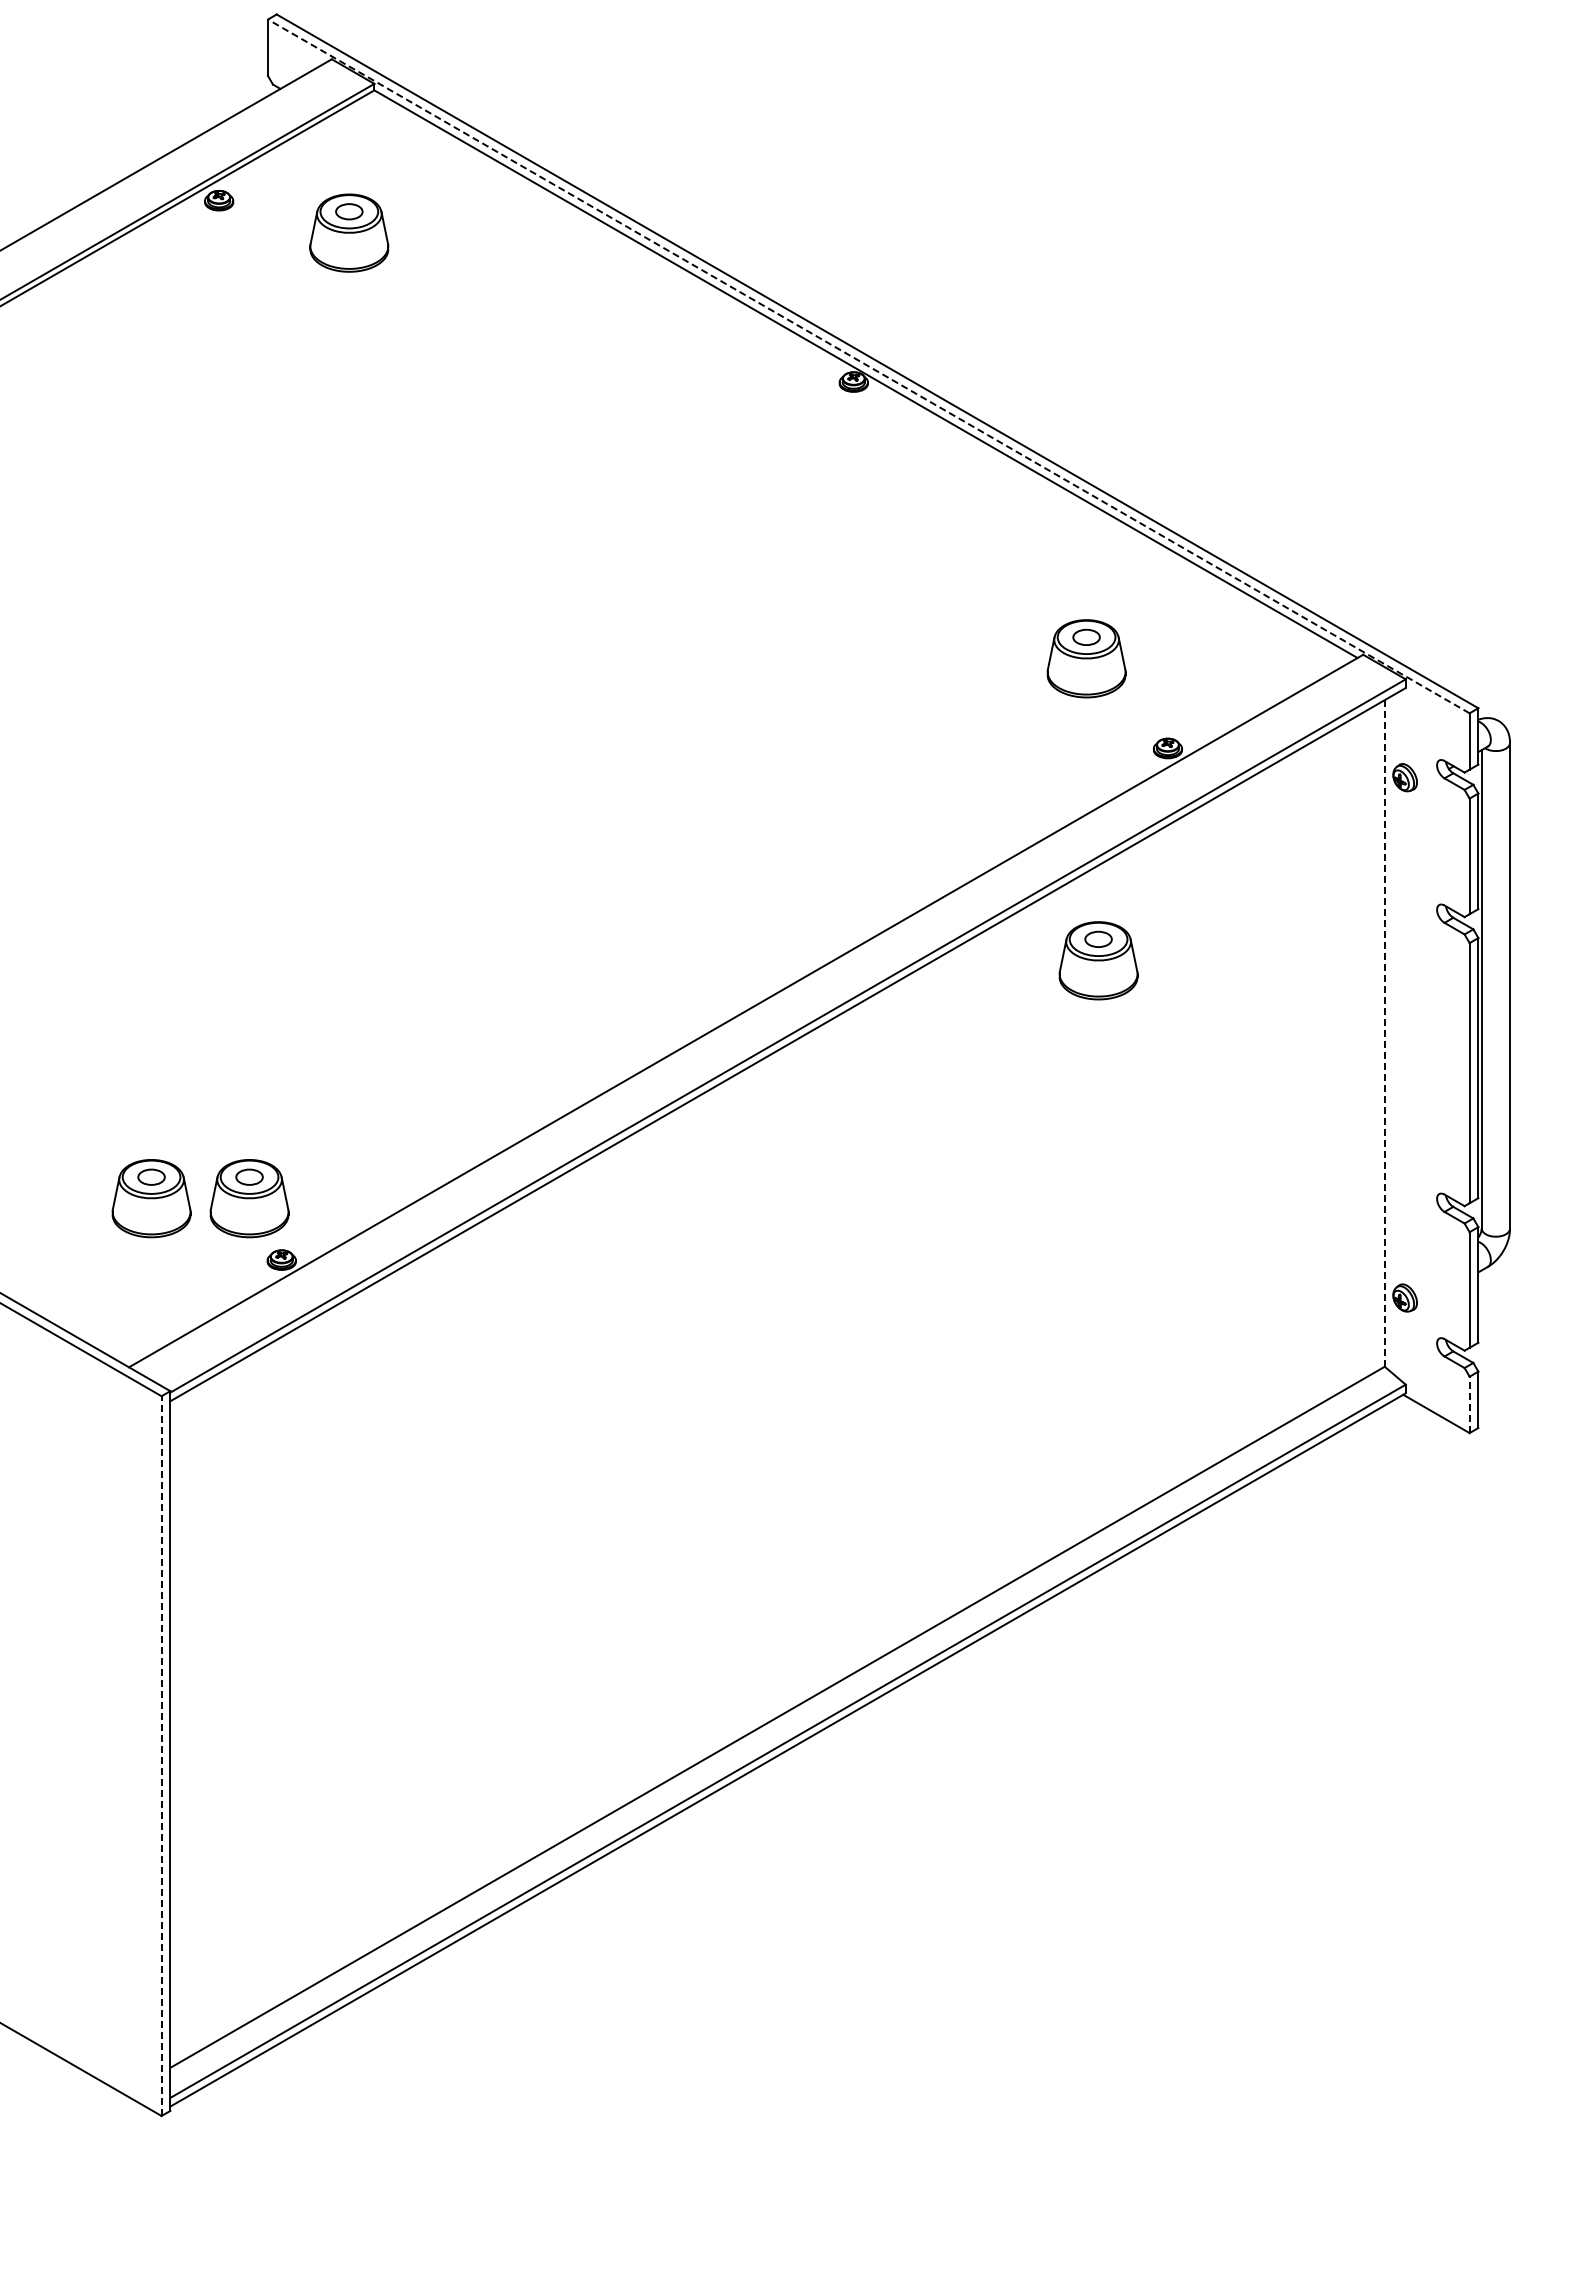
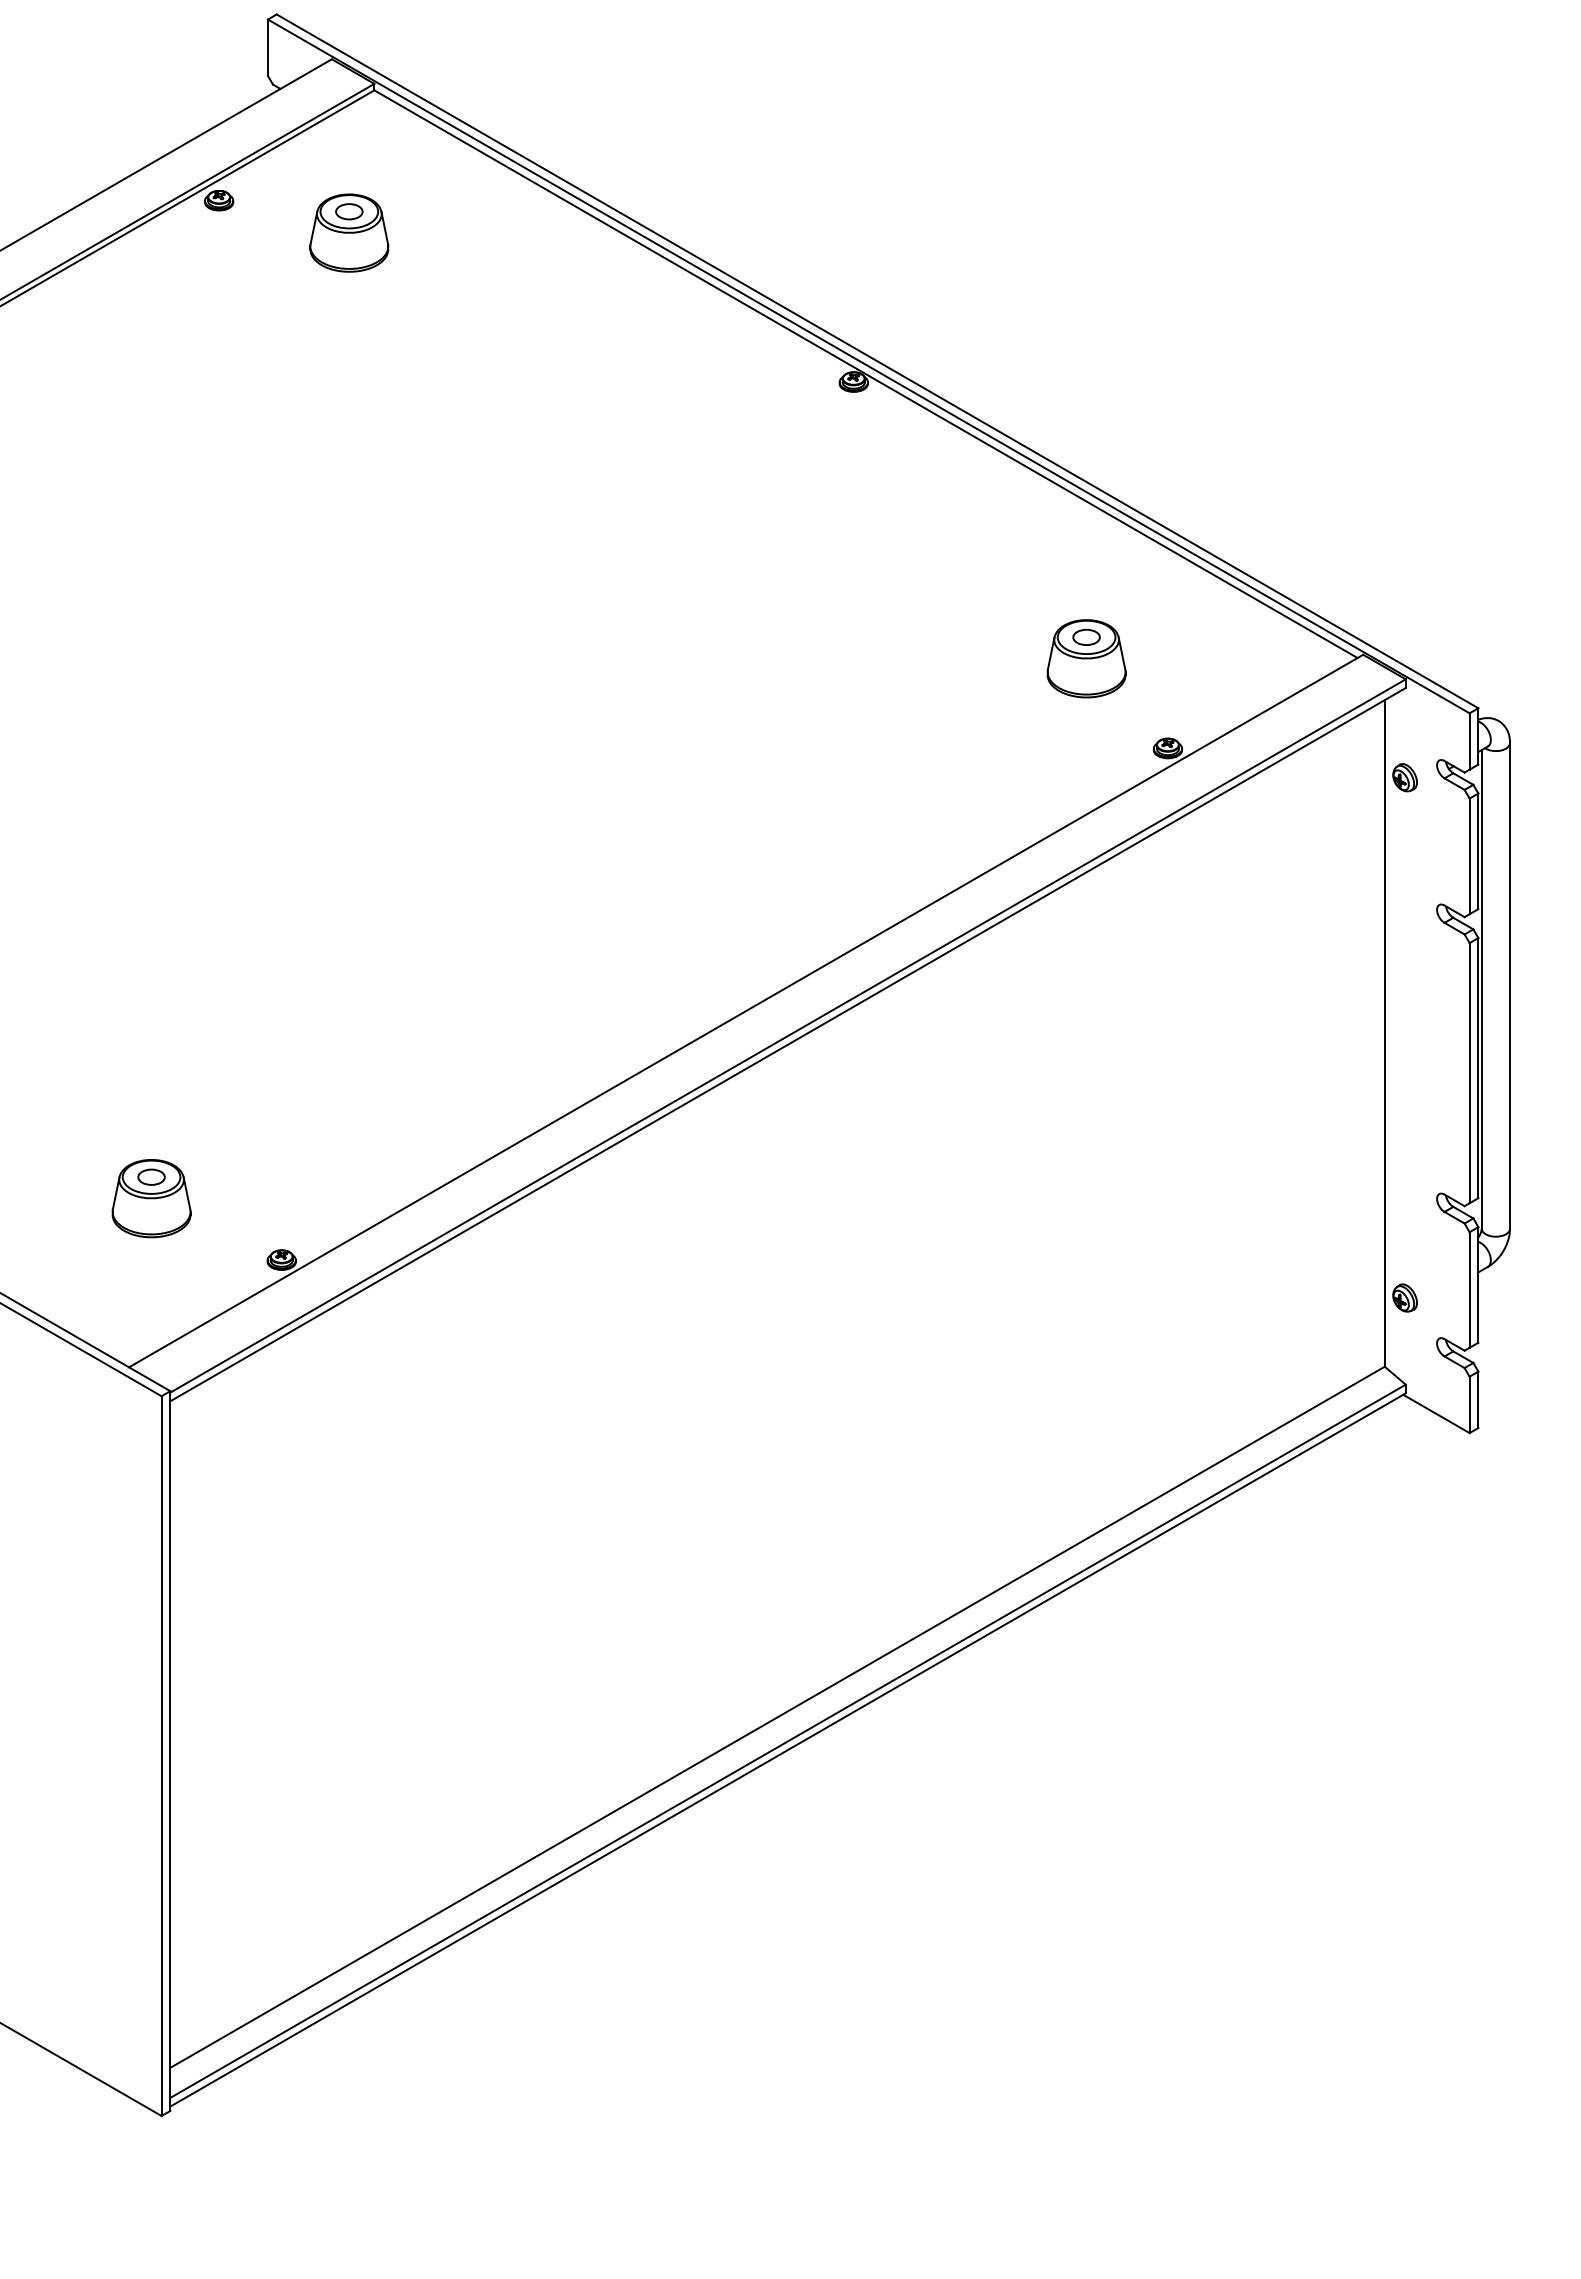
line at (868, 366): dashed -> solid
part at (1098, 960): present -> none
line at (1384, 1033): dashed -> solid
part at (249, 1198): present -> none
line at (1469, 1404): dashed -> solid
line at (161, 1756): dashed -> solid
